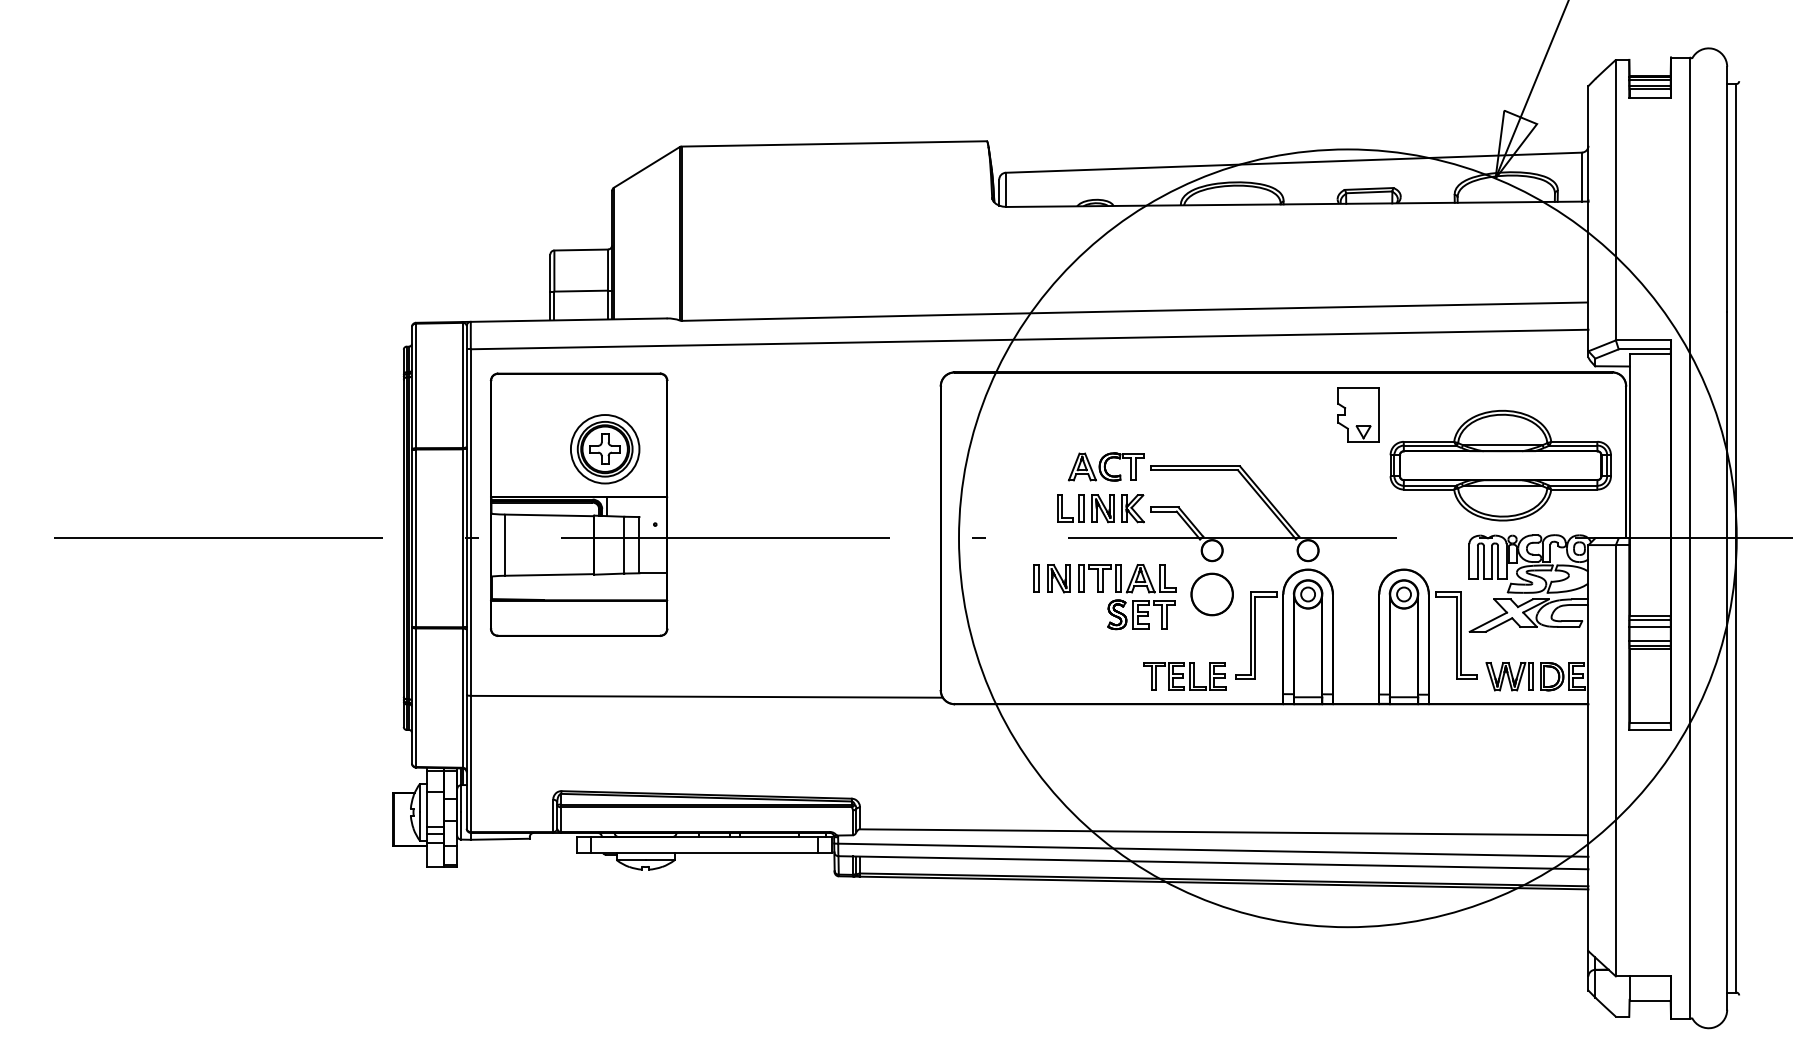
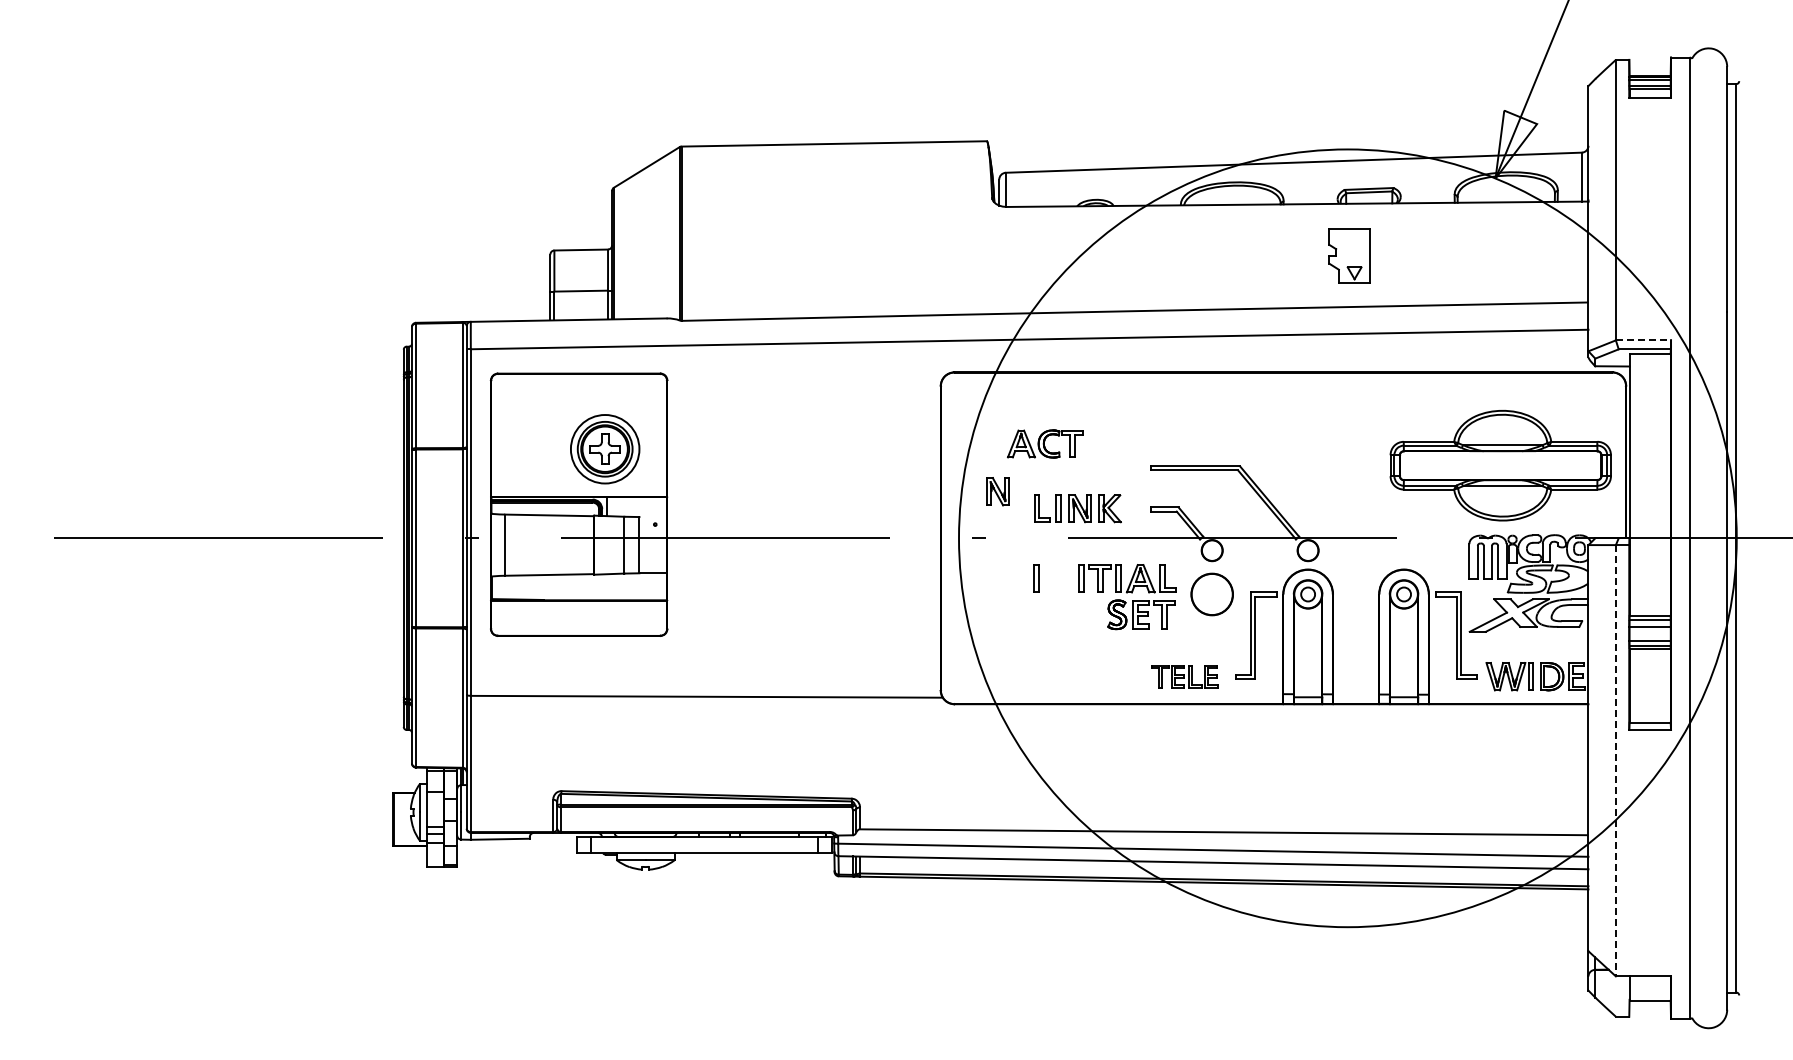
line at (1643, 340): solid -> dashed
part at (1358, 414) position: (1358, 414) -> (1349, 255)
part at (1106, 466) position: (1106, 466) -> (1045, 443)
part at (1100, 508) position: (1100, 508) -> (1077, 508)
part at (1058, 578) position: (1058, 578) -> (997, 491)
part at (1184, 676) size: 84x29 px -> 68x24 px
line at (1615, 760): solid -> dashed
